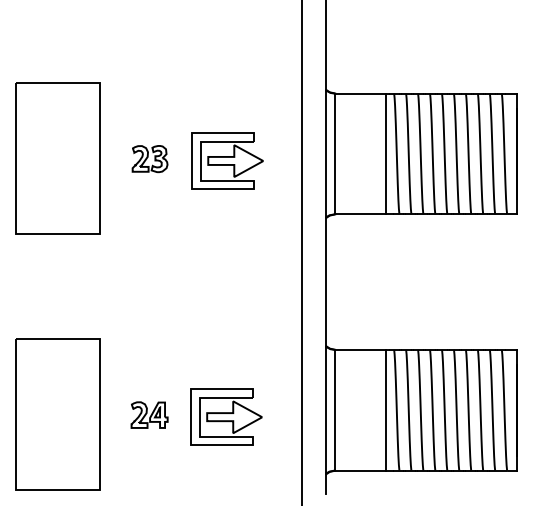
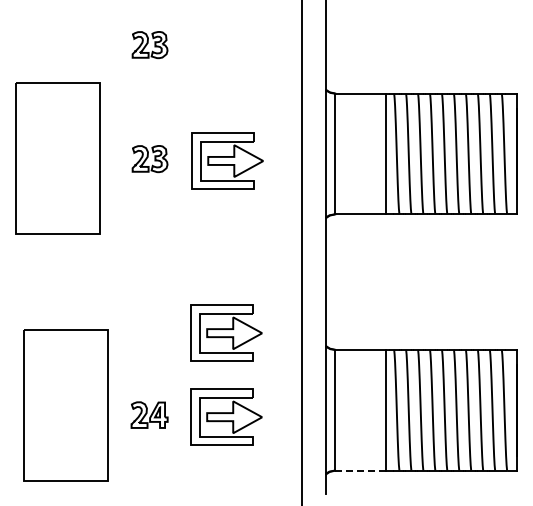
part at (149, 45): none -> present
part at (226, 332): none -> present
part at (57, 414) position: (57, 414) -> (65, 405)
line at (360, 470): solid -> dashed
